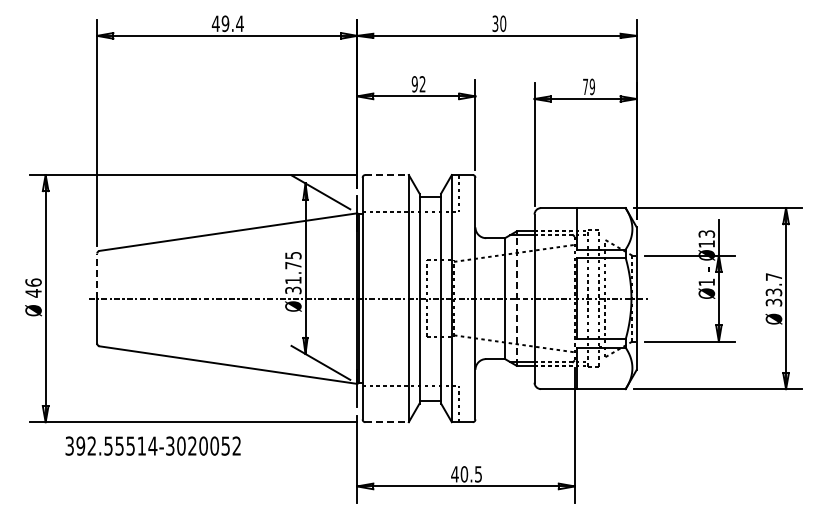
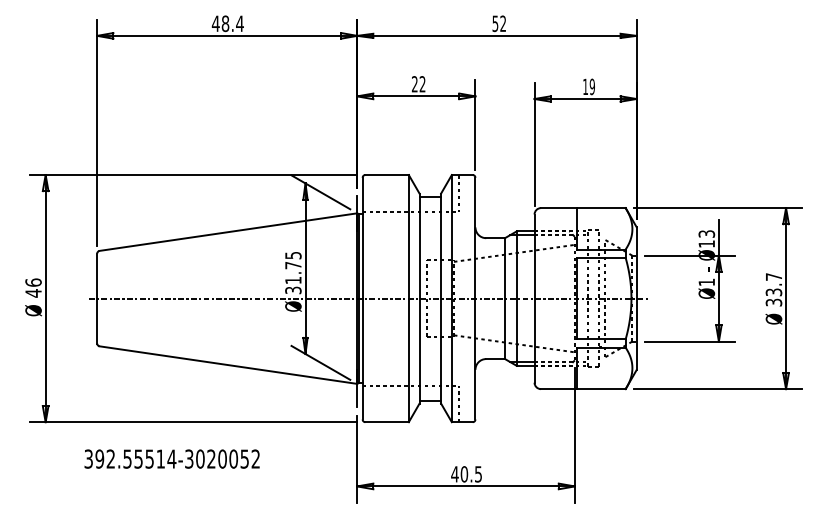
text at (225, 23): 49.4 -> 48.4
text at (499, 23): 30 -> 52
text at (414, 84): 92 -> 22
text at (585, 86): 79 -> 19
line at (387, 175): dashed -> solid
line at (97, 276): dashed -> solid
line at (516, 298): dashed -> solid
line at (387, 422): dashed -> solid
text at (152, 445) position: (152, 445) -> (171, 458)
